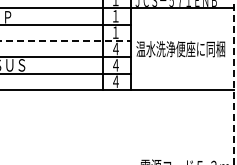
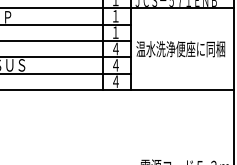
line at (65, 40): dashed -> solid
line at (233, 82): dashed -> solid
